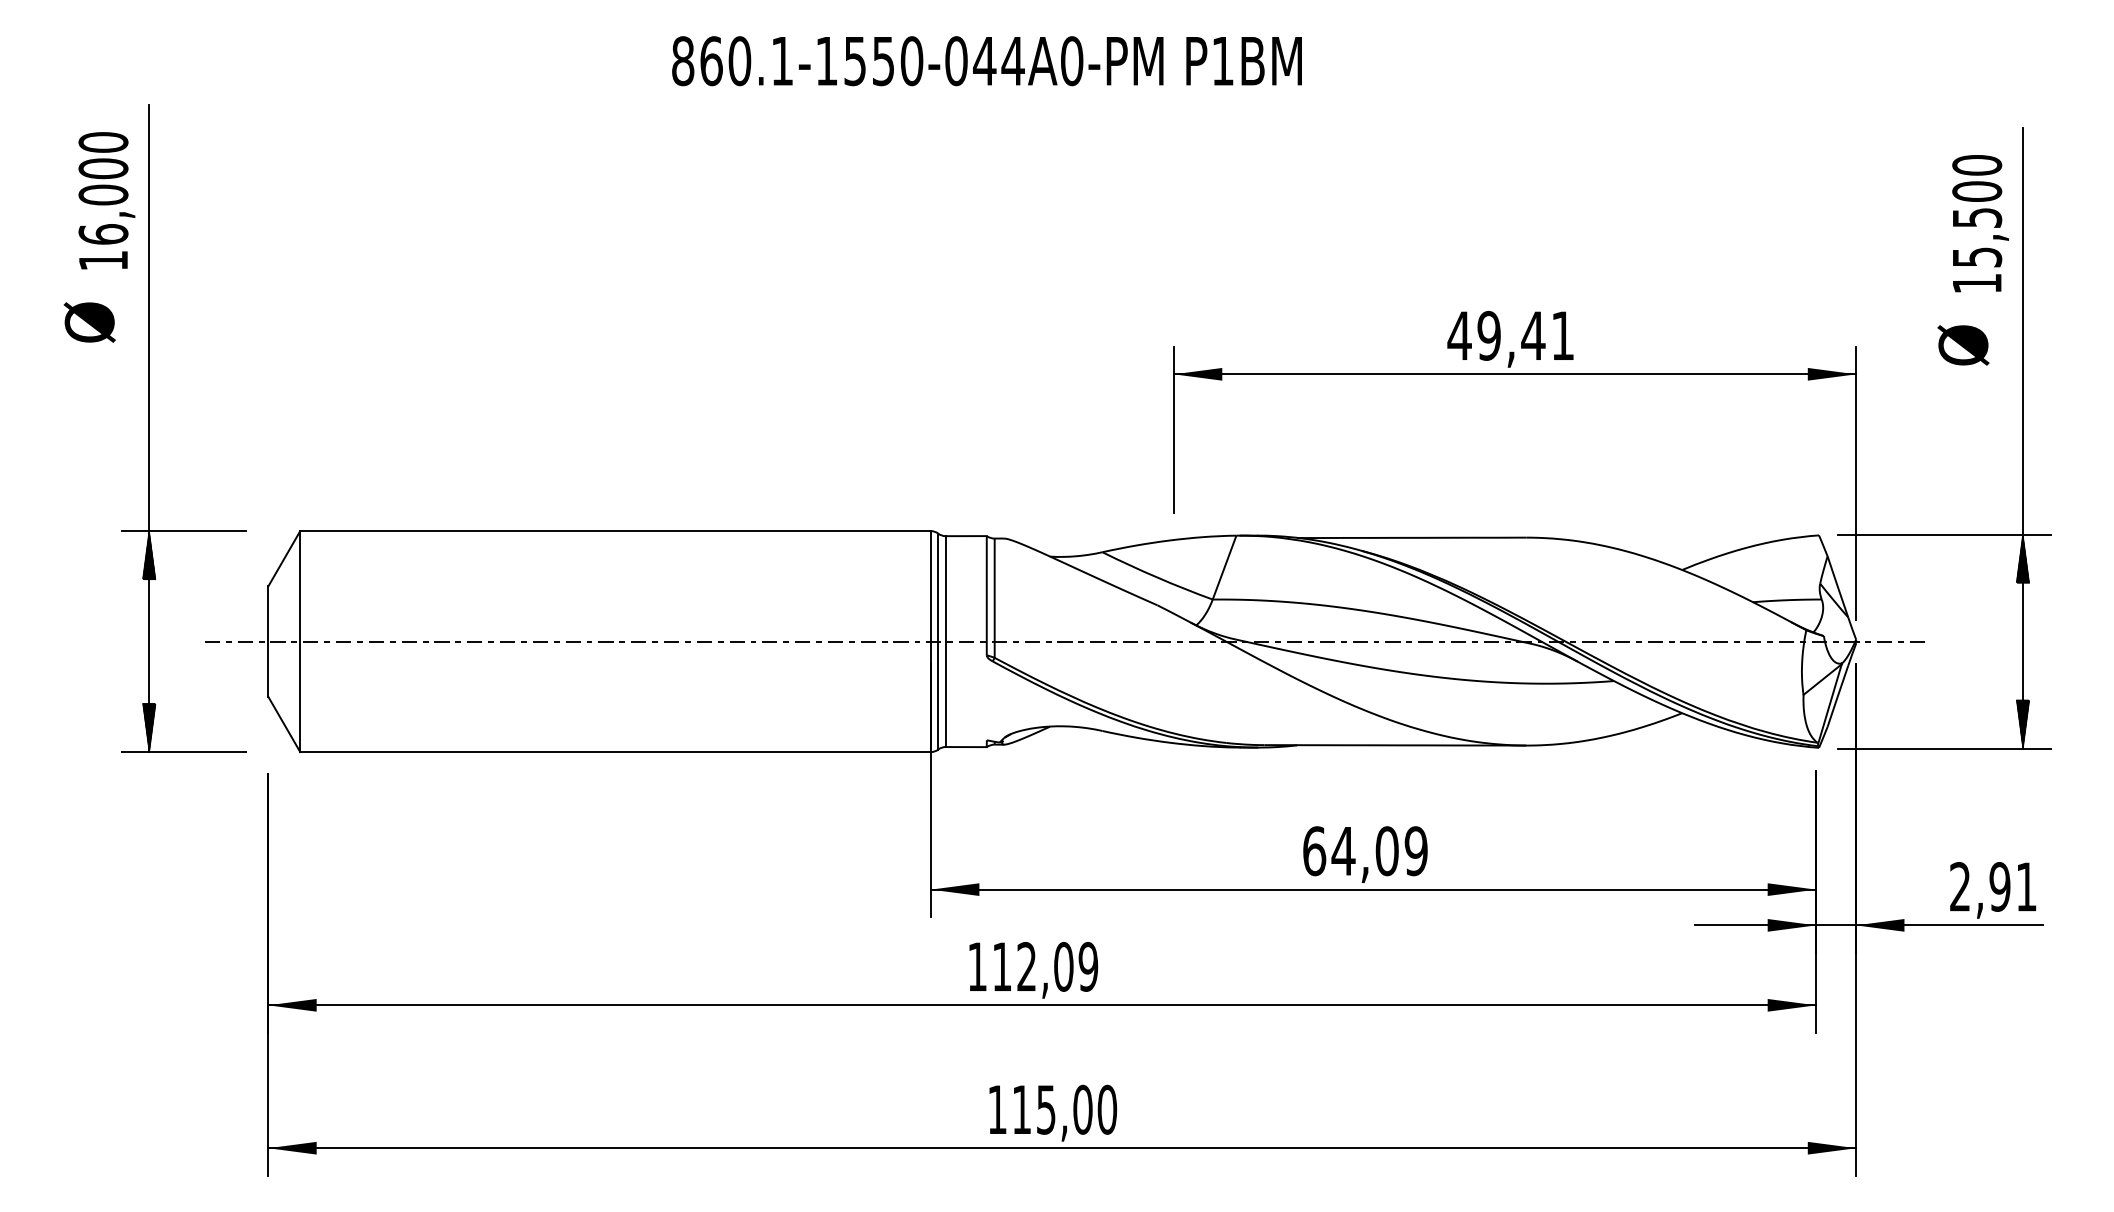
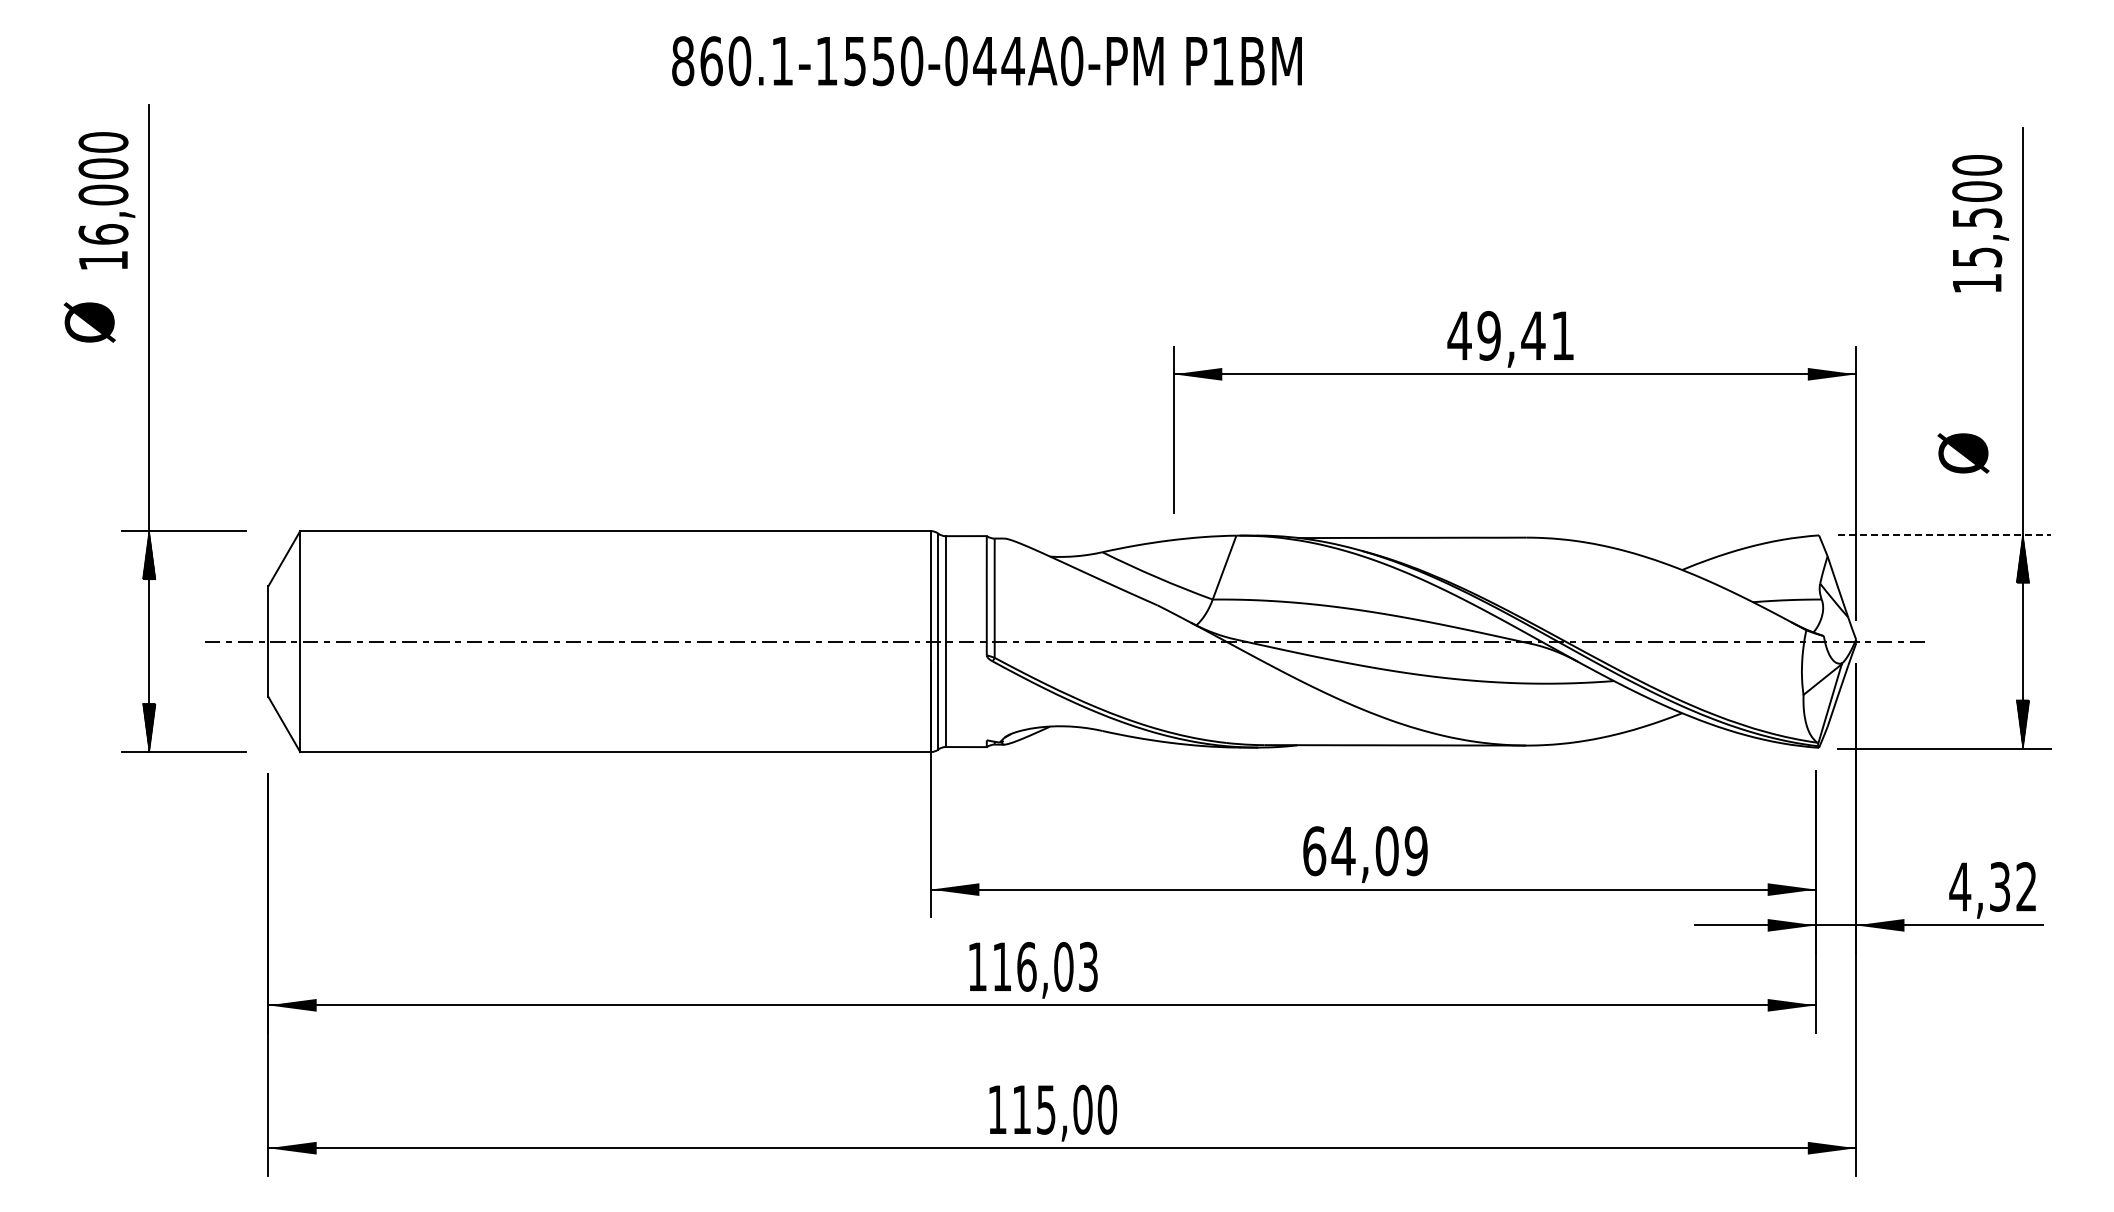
text at (1963, 345) position: (1963, 345) -> (1963, 453)
line at (1944, 534): solid -> dashed
text at (1992, 886): 2,91 -> 4,32
text at (1057, 966): 112,09 -> 116,03
